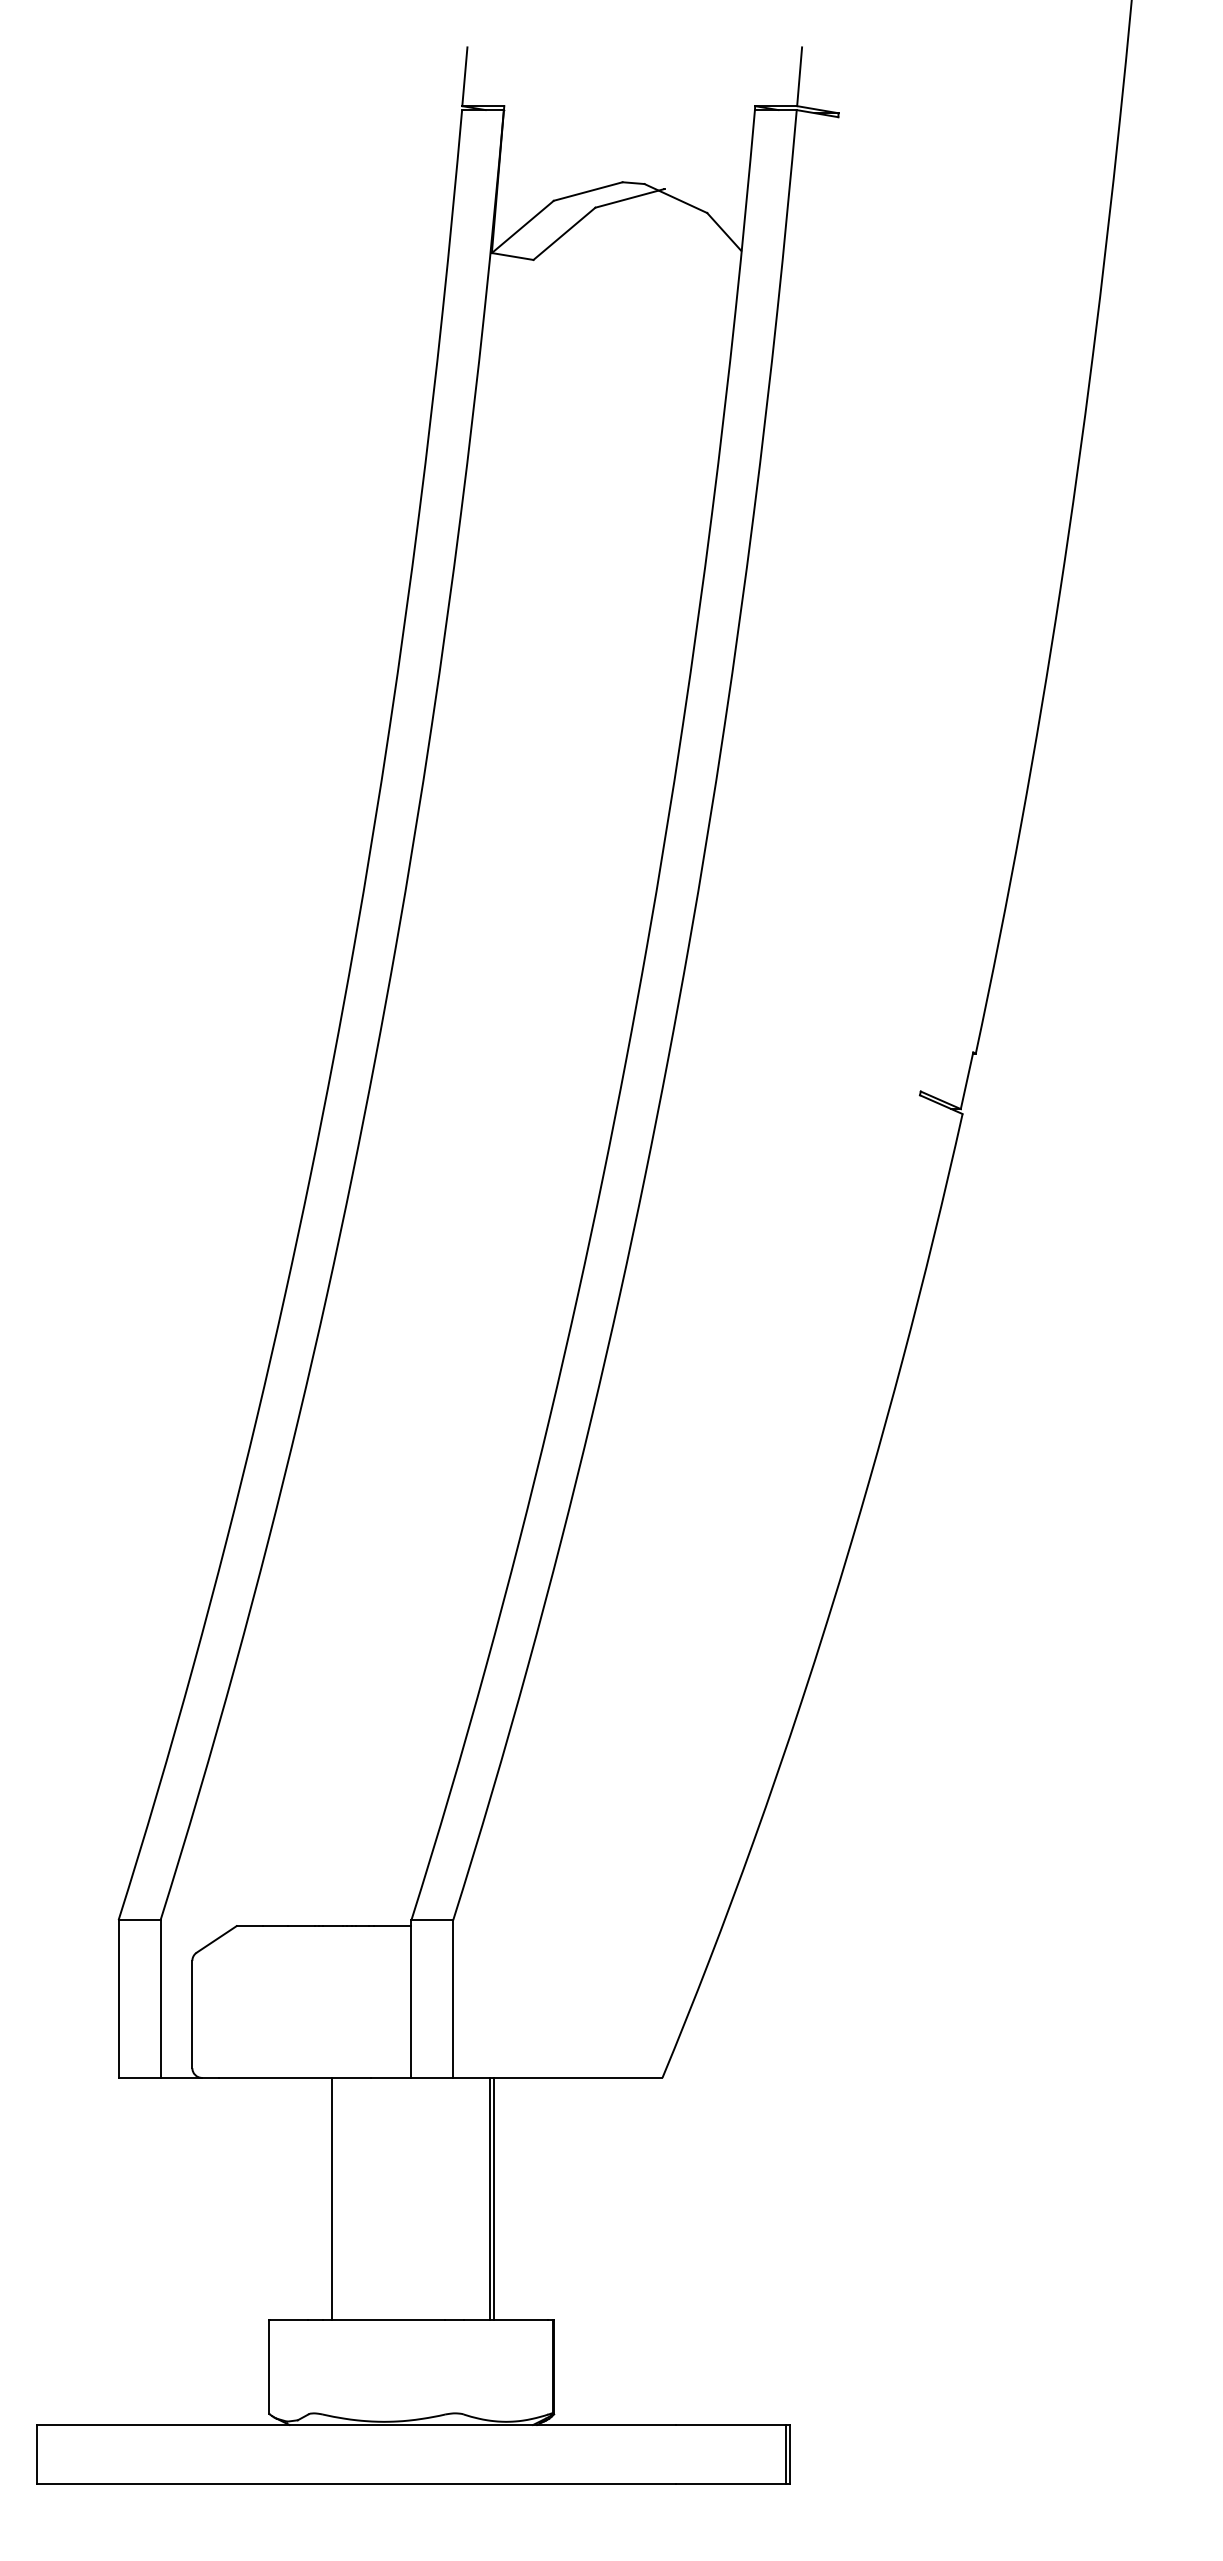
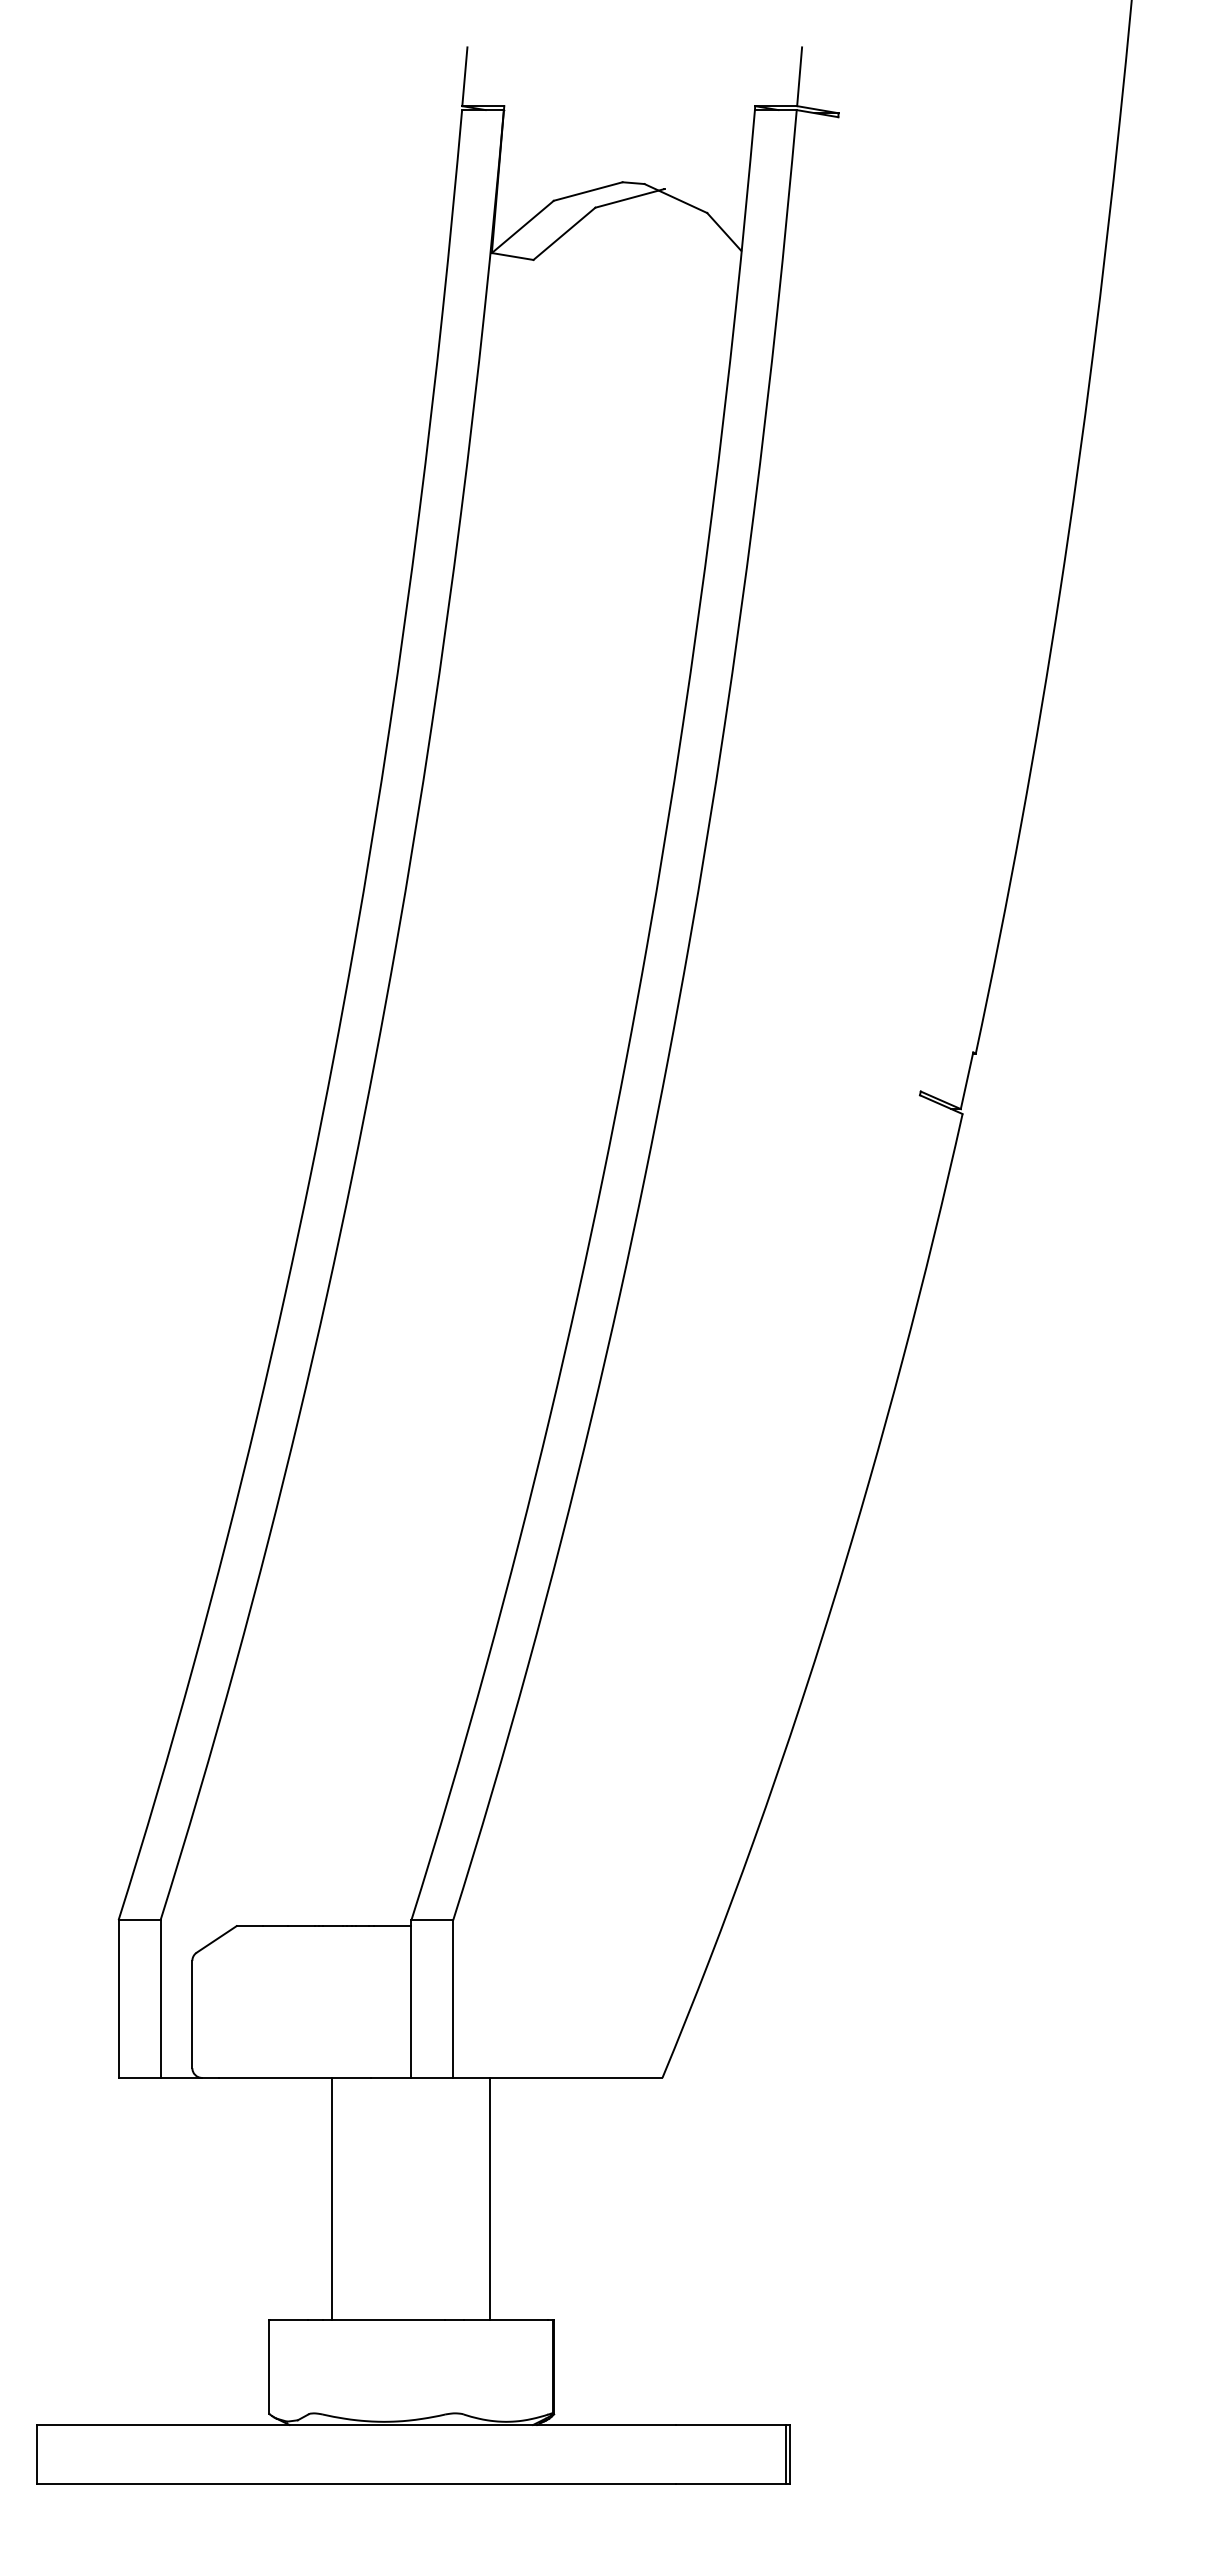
line at (494, 2198): present -> none
